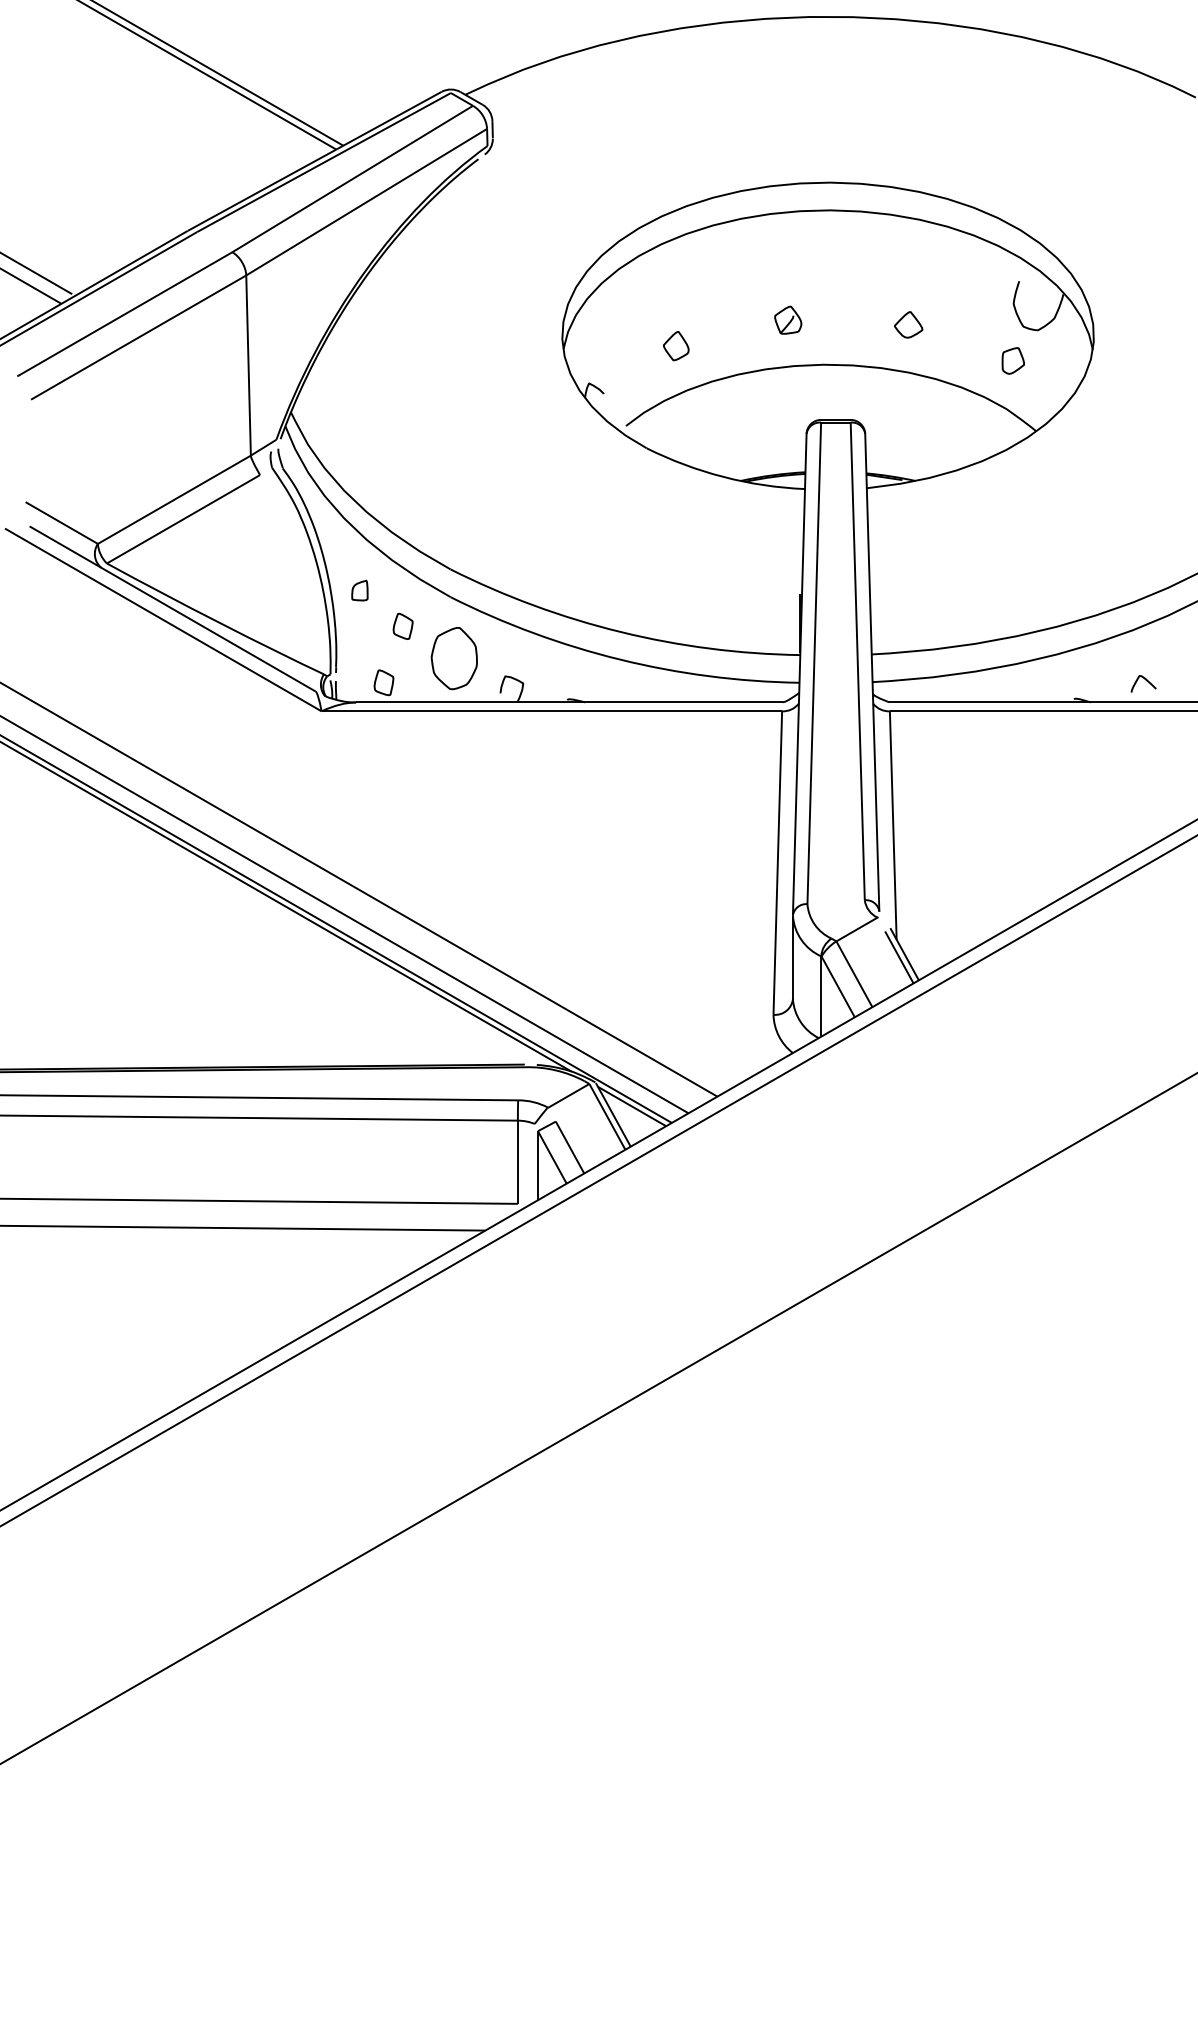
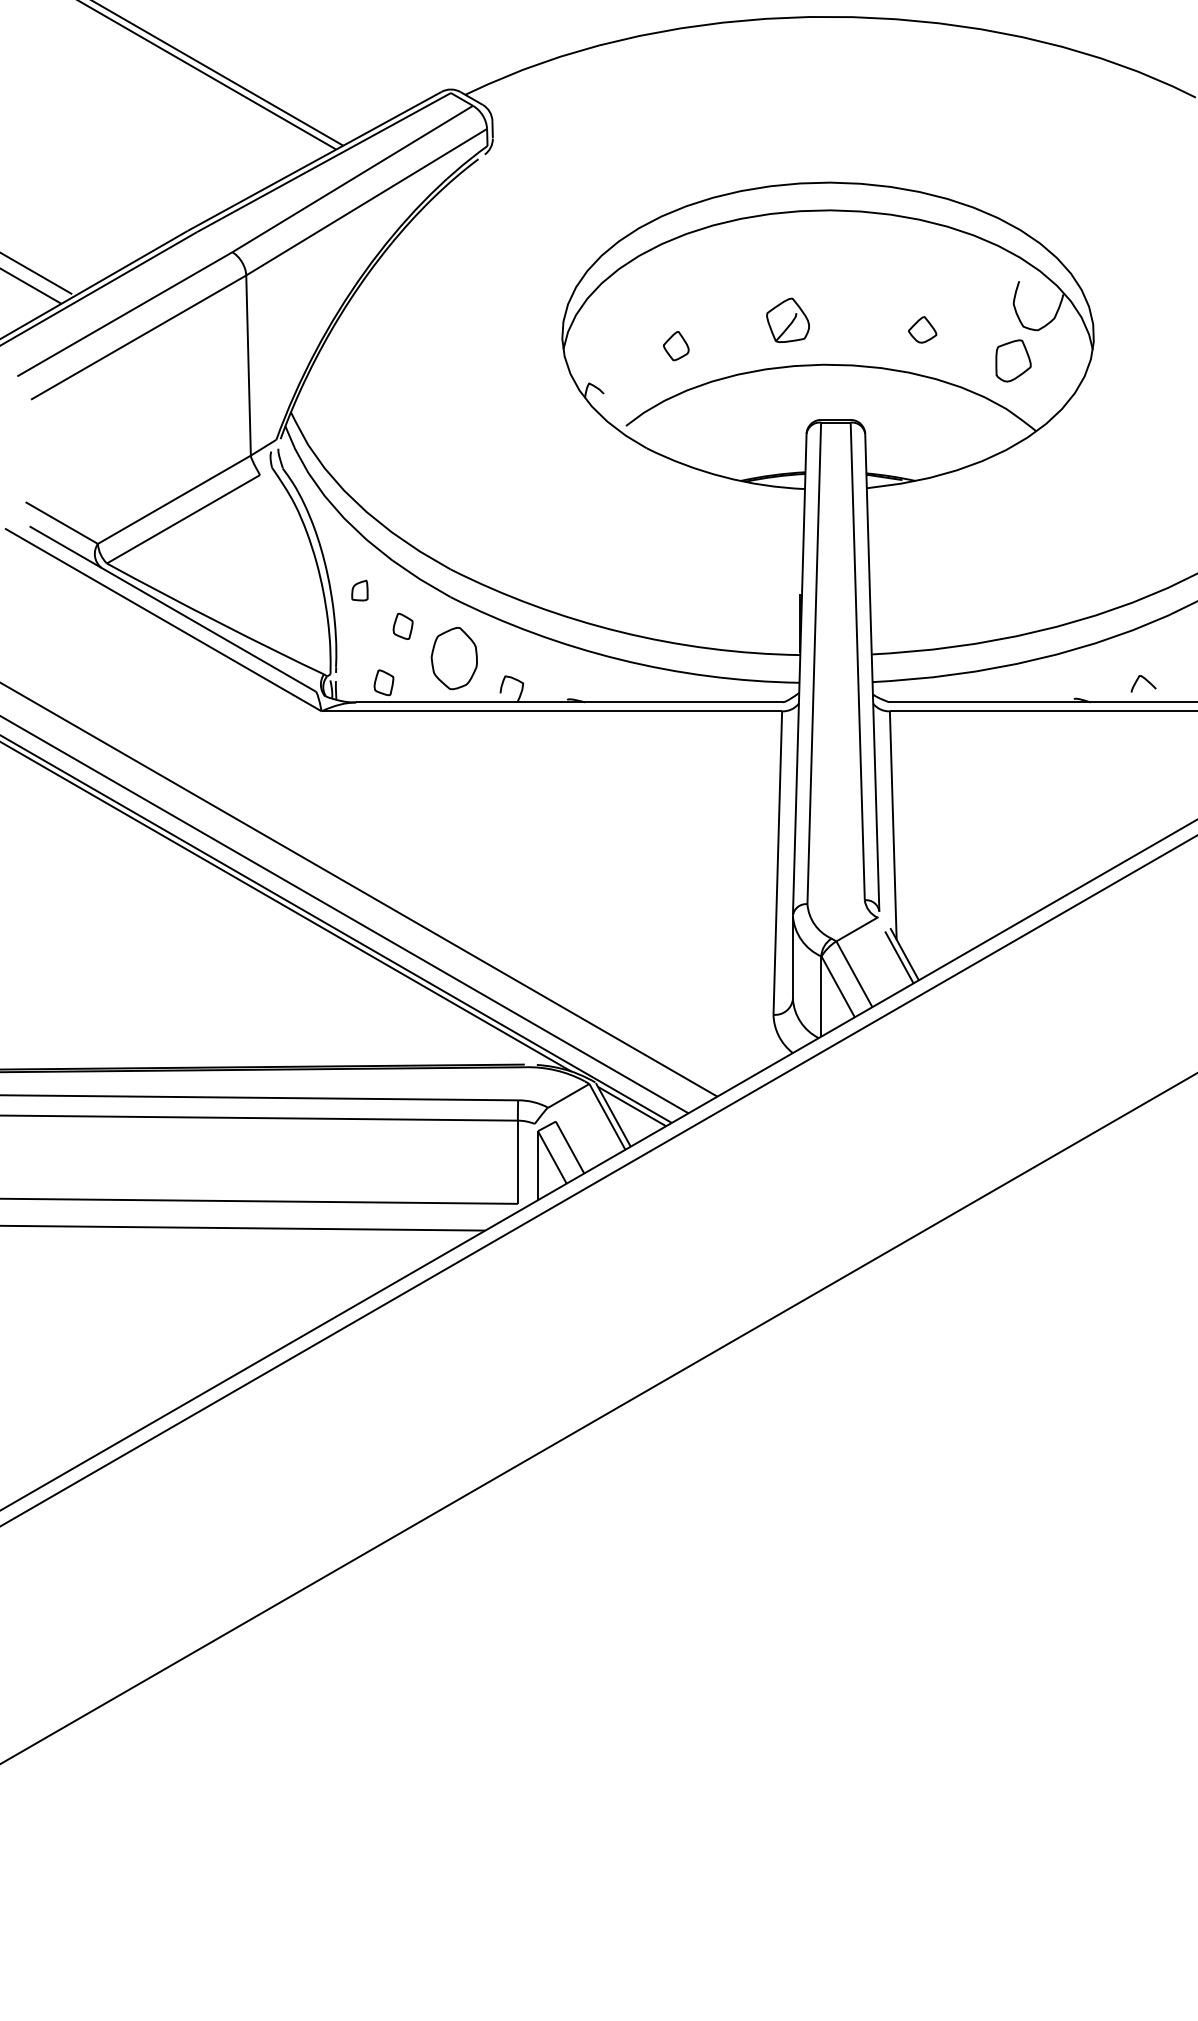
part at (788, 319) size: 29x30 px -> 44x46 px
part at (908, 324) position: (908, 324) -> (922, 329)
part at (1012, 360) size: 24x28 px -> 37x44 px
